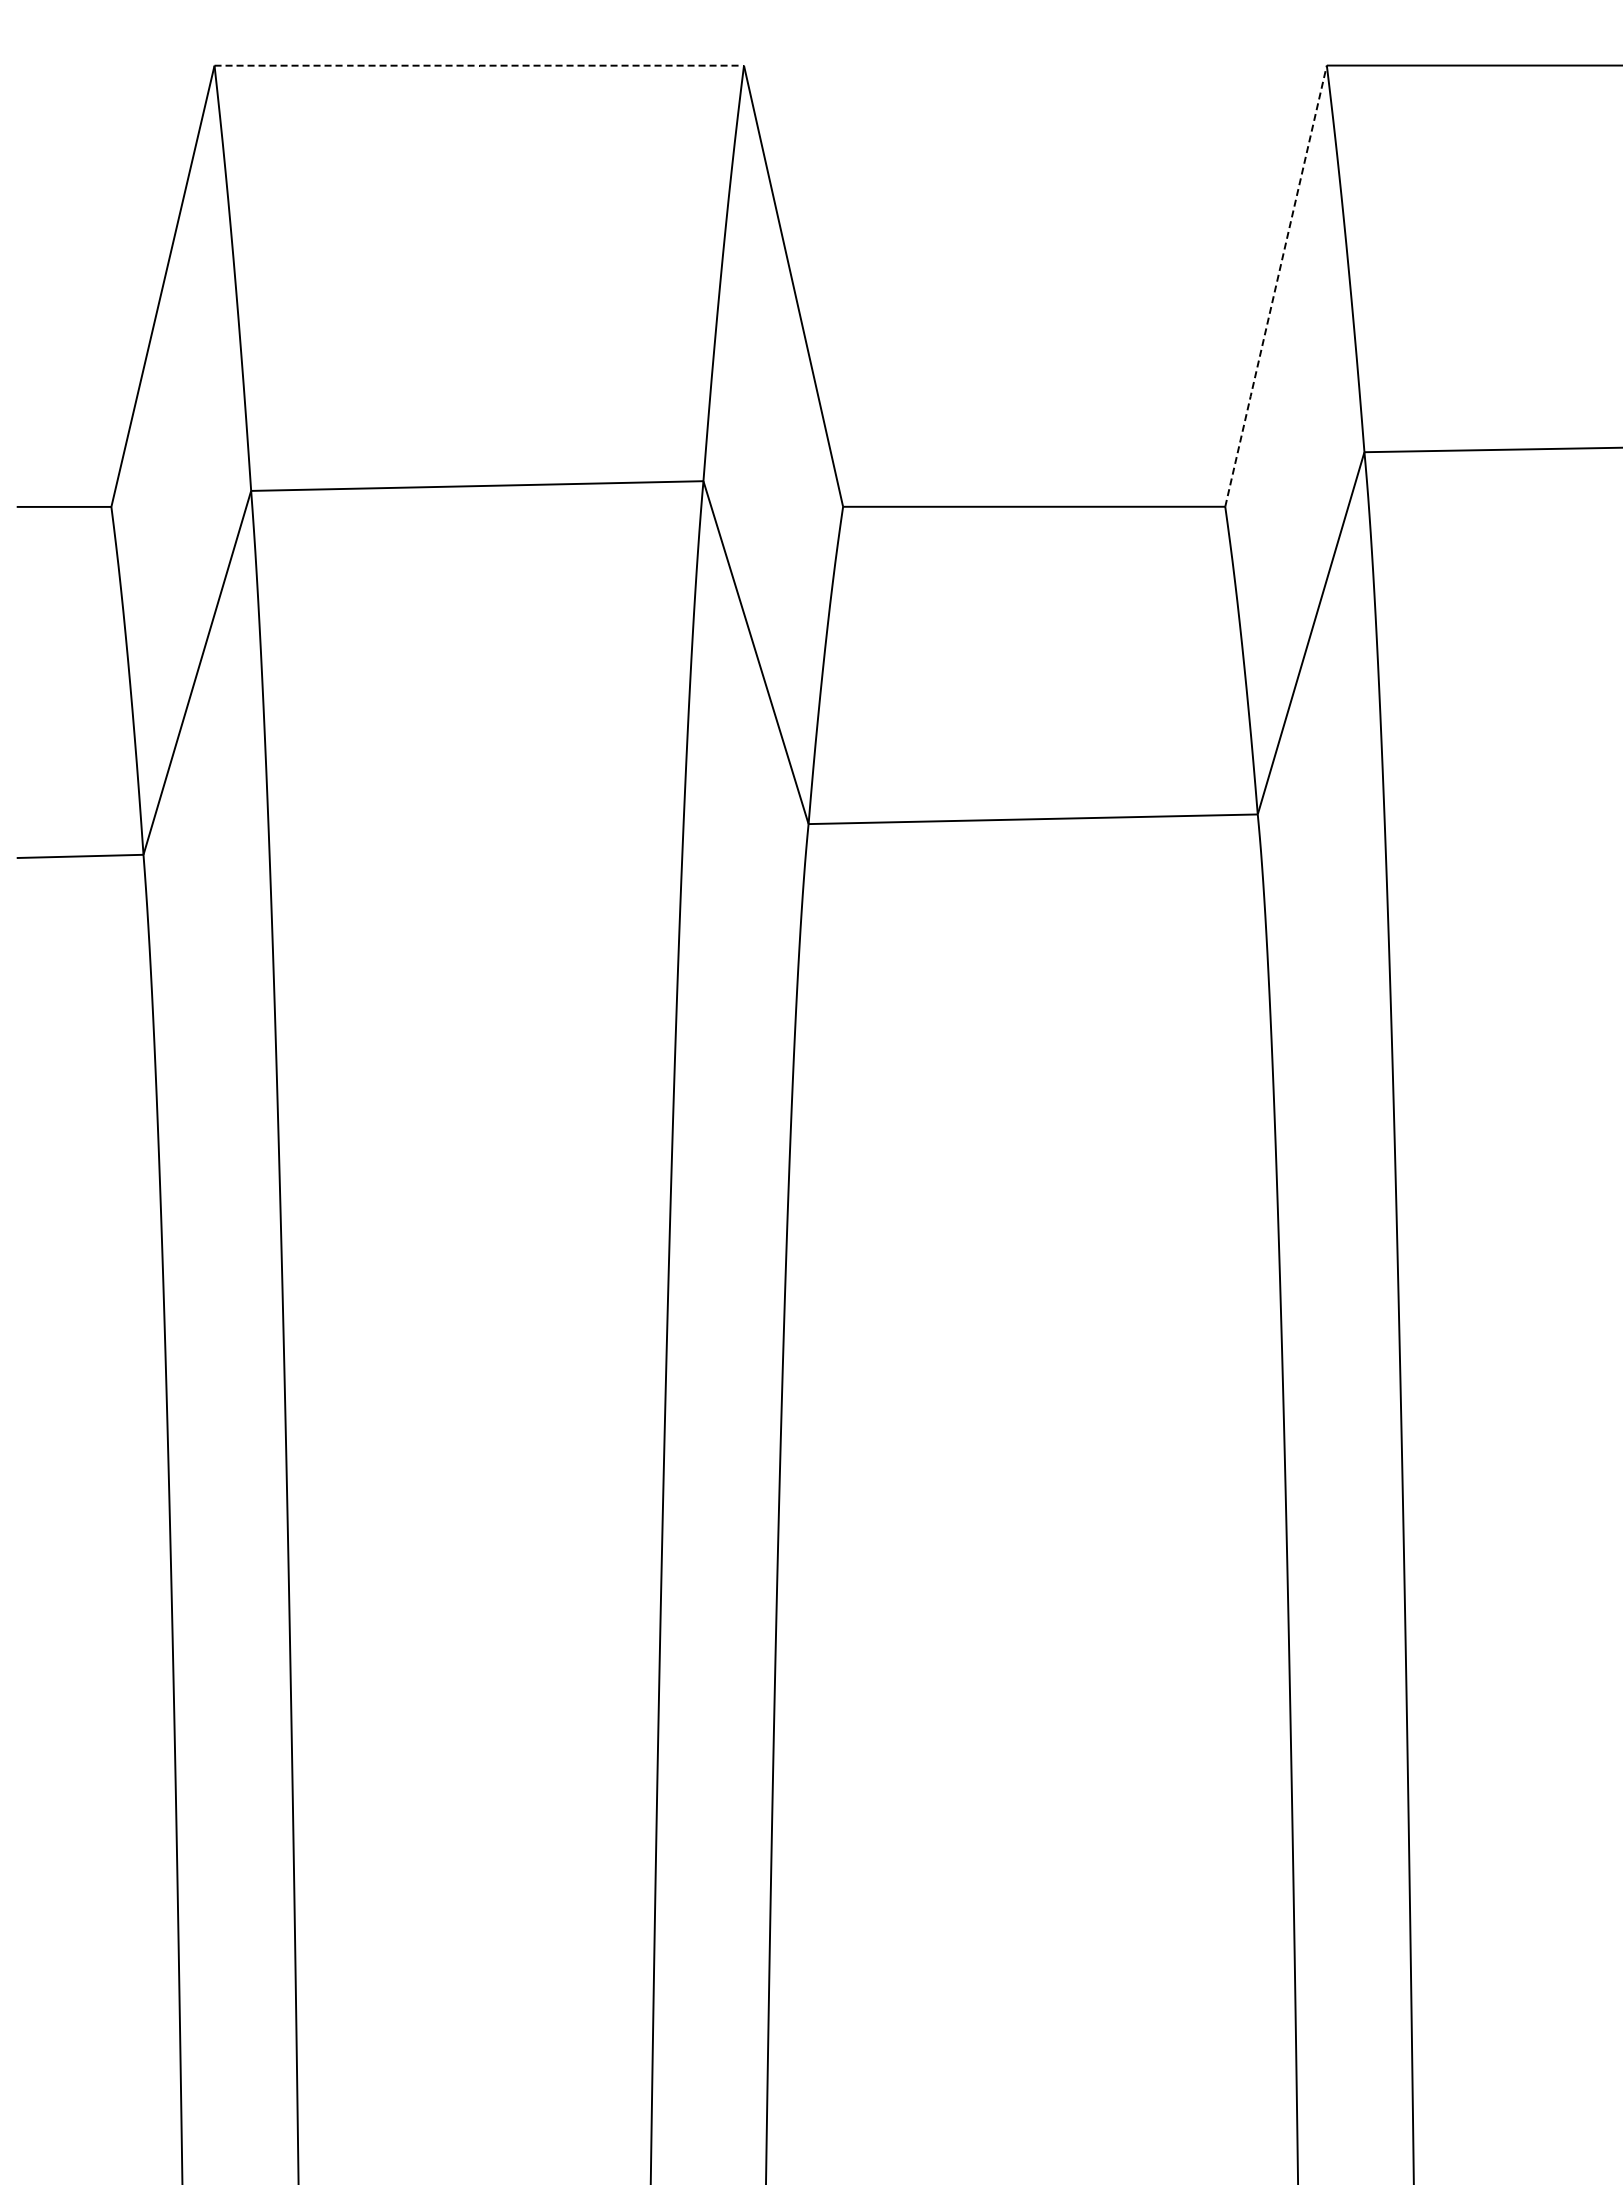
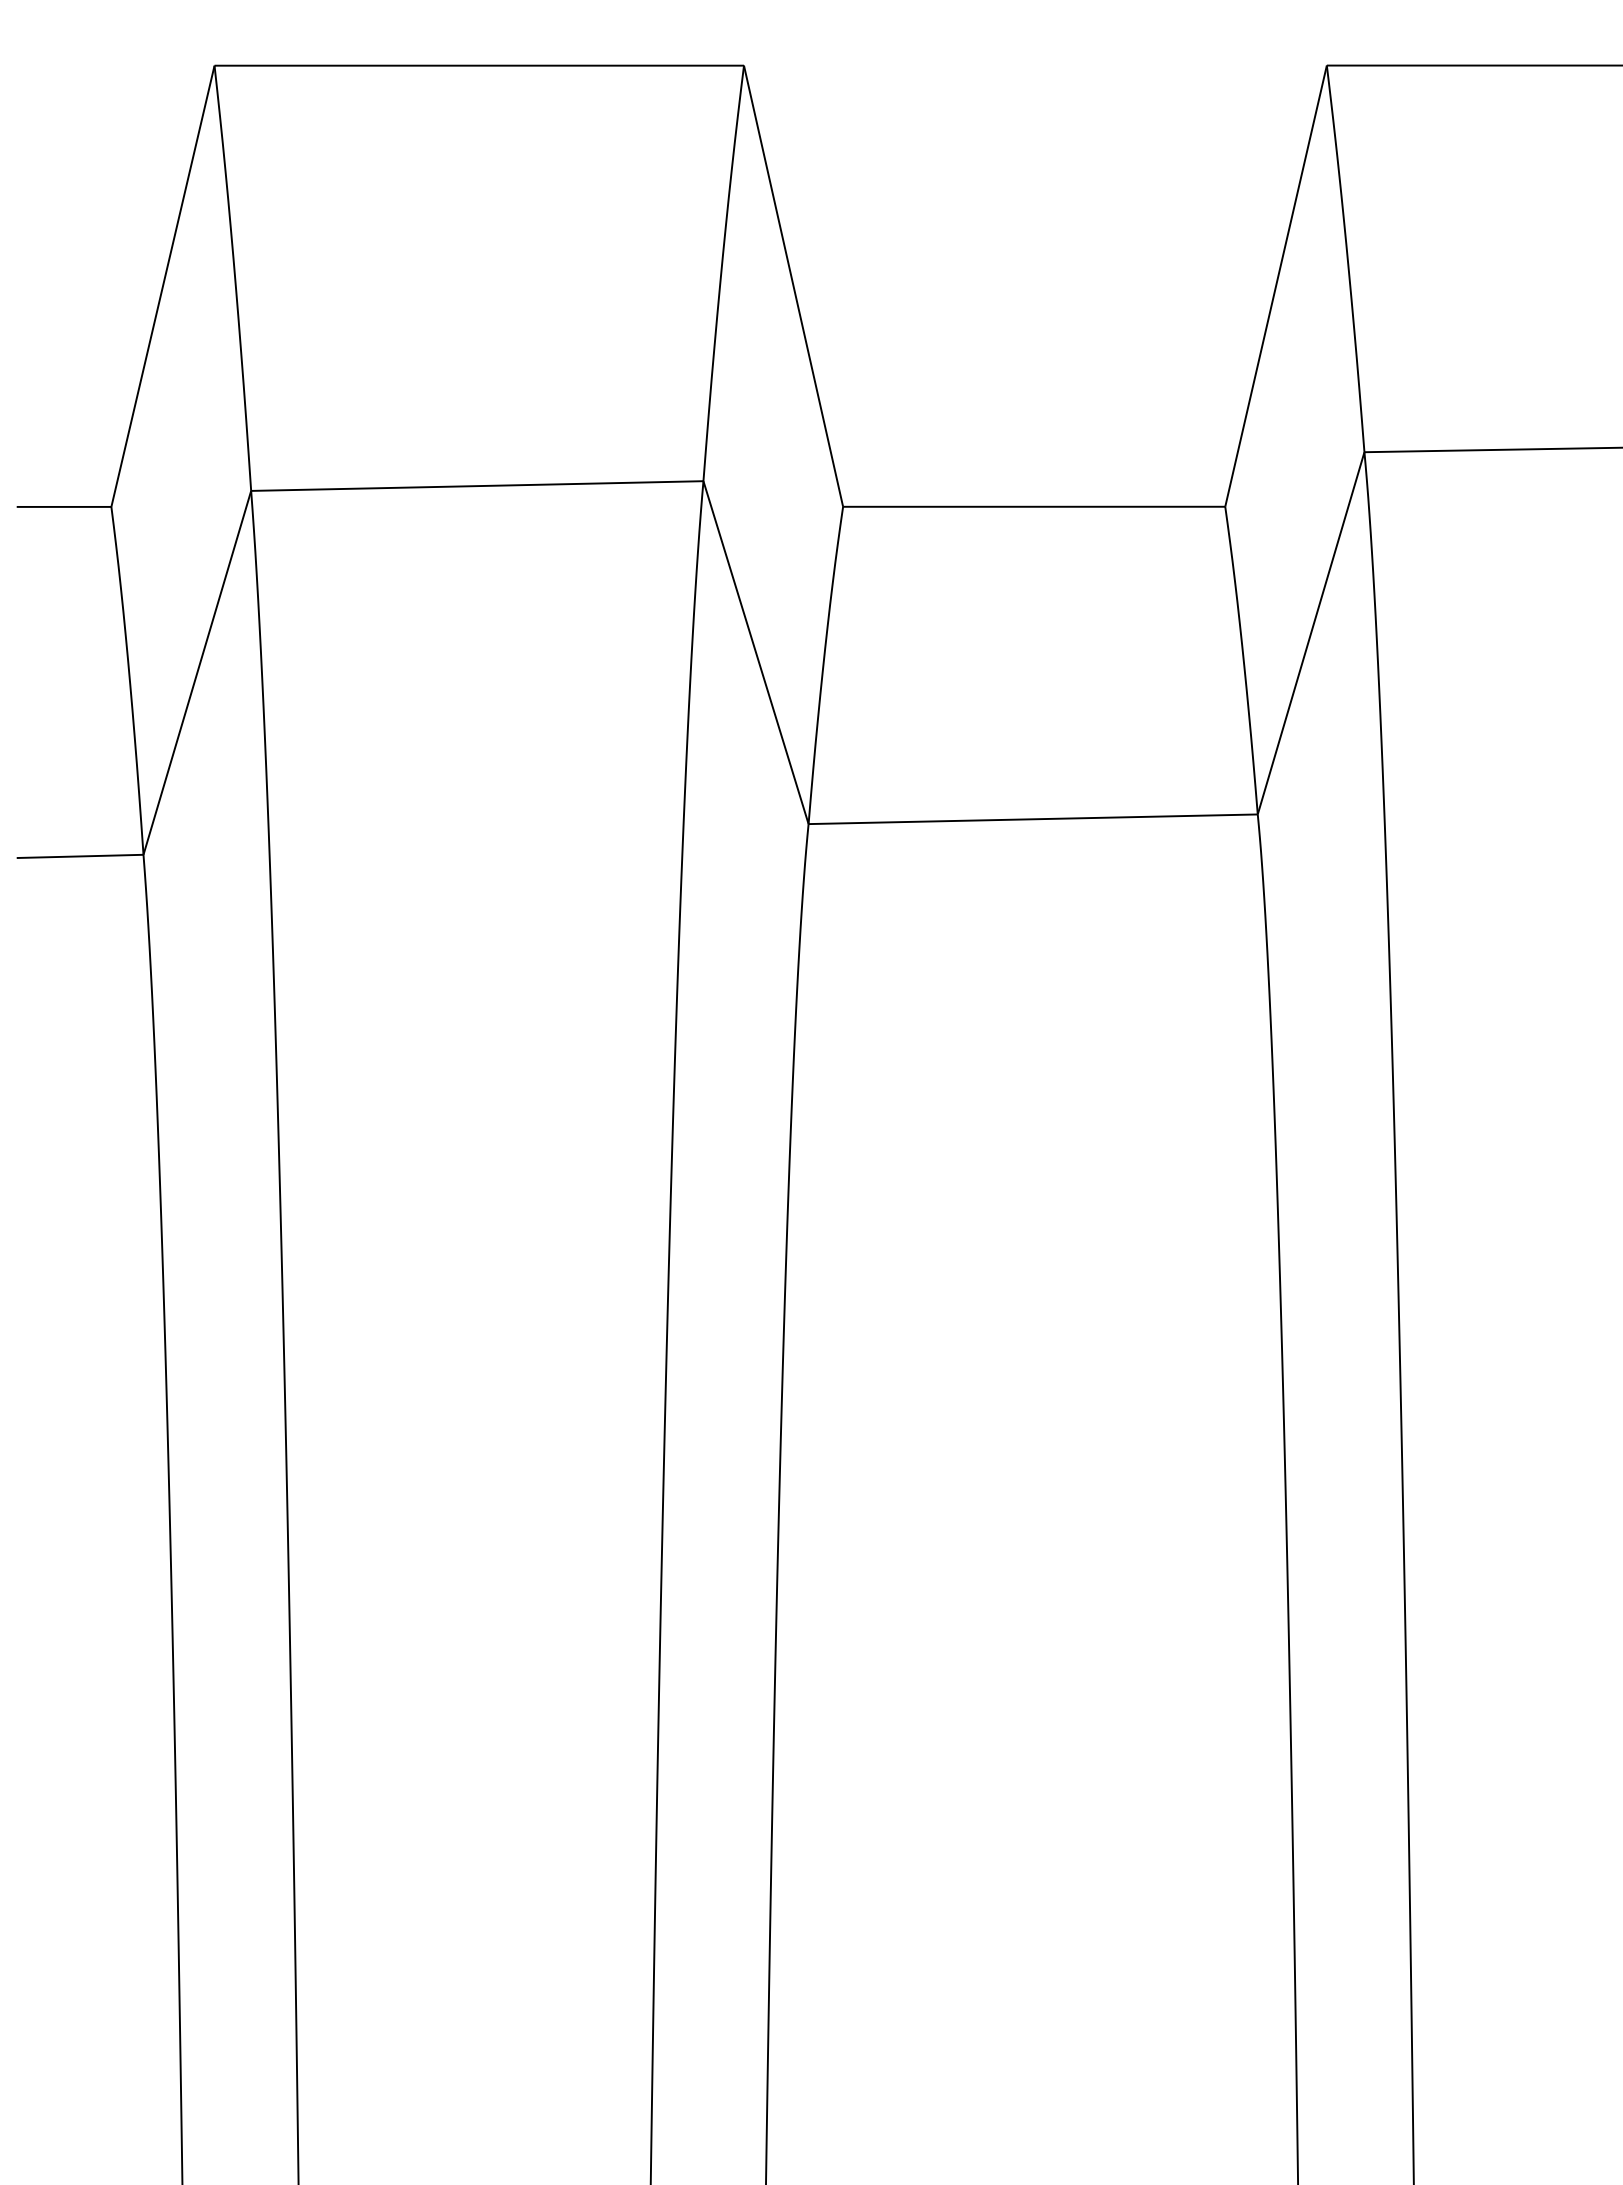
line at (479, 65): dashed -> solid
line at (1276, 285): dashed -> solid
